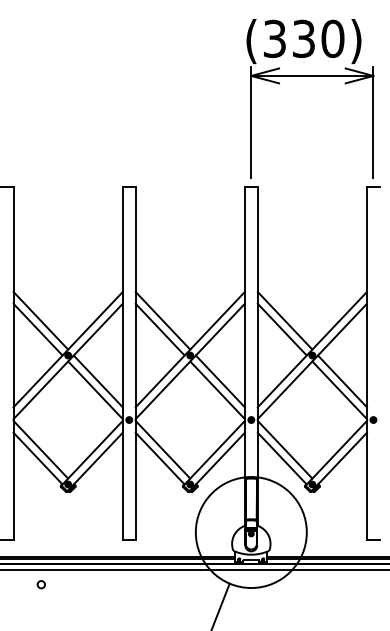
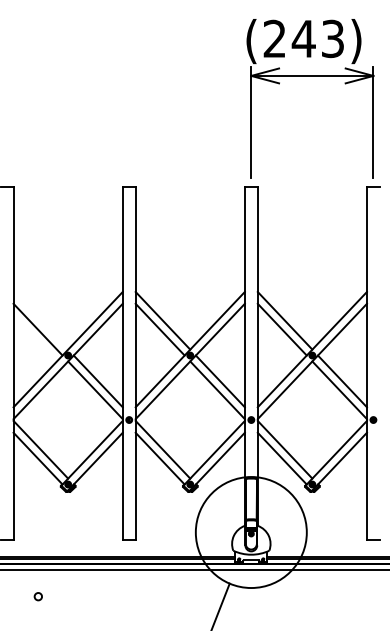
text at (303, 38): (330) -> (243)
line at (40, 320): present -> none
circle at (40, 584) position: (40, 584) -> (37, 596)
